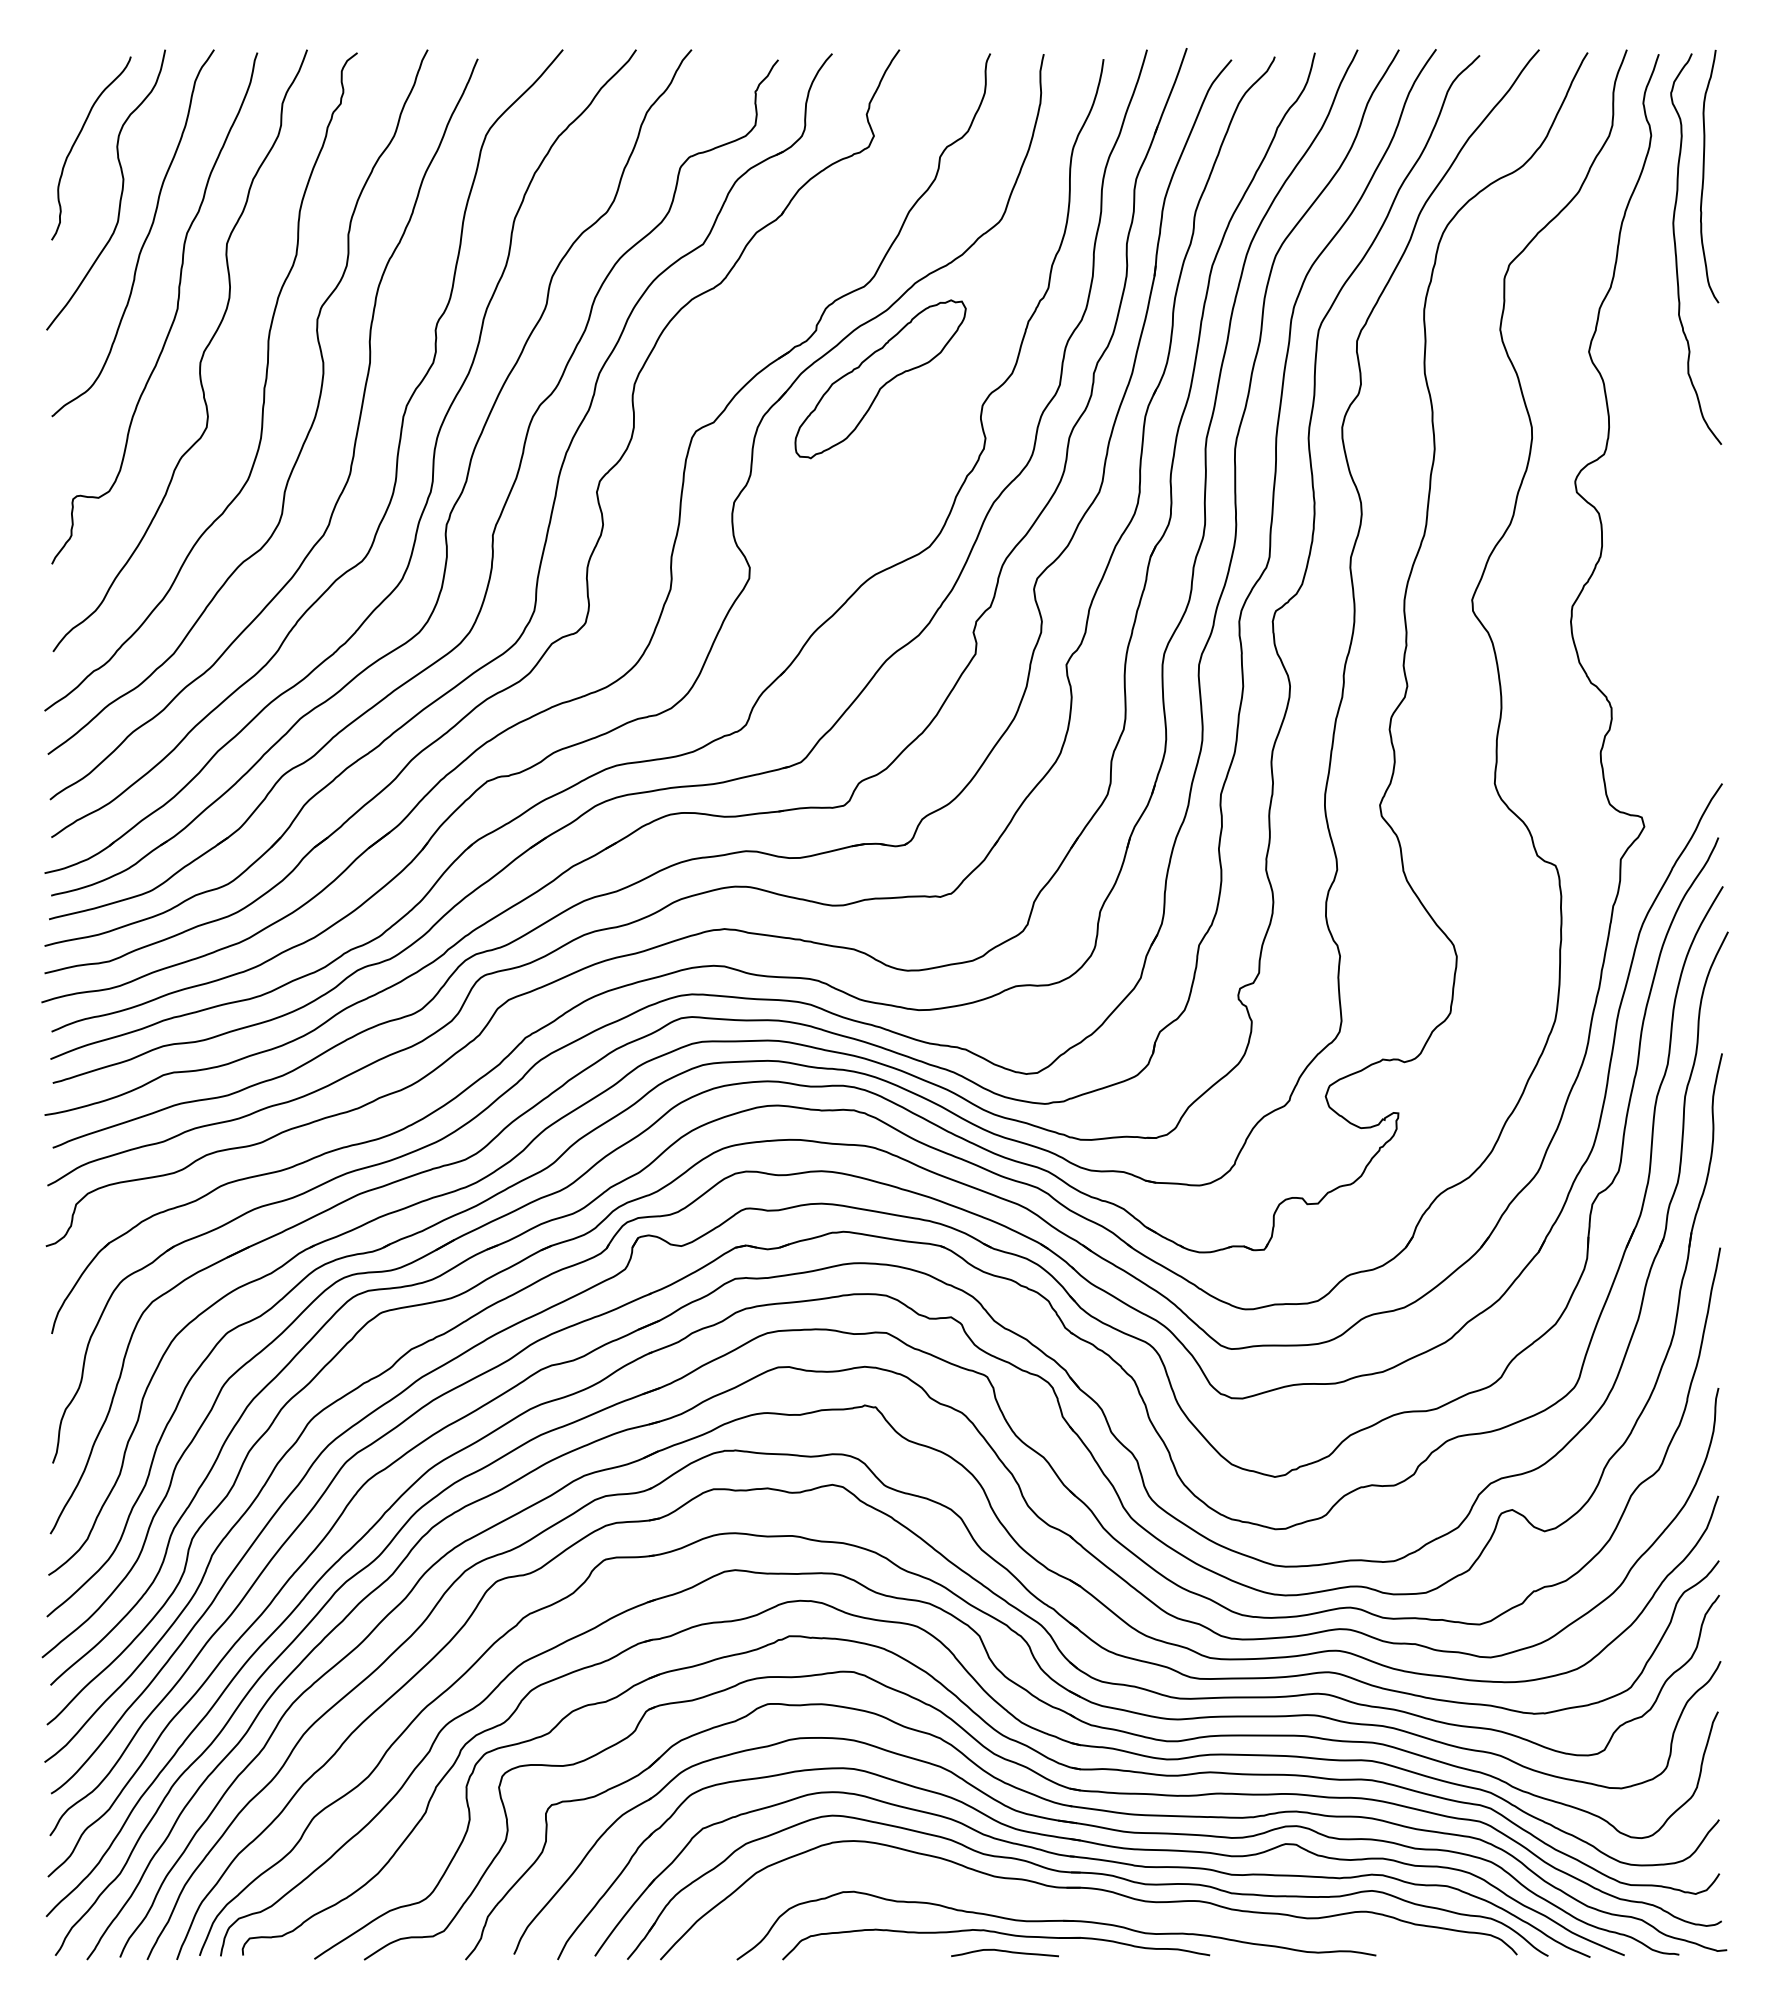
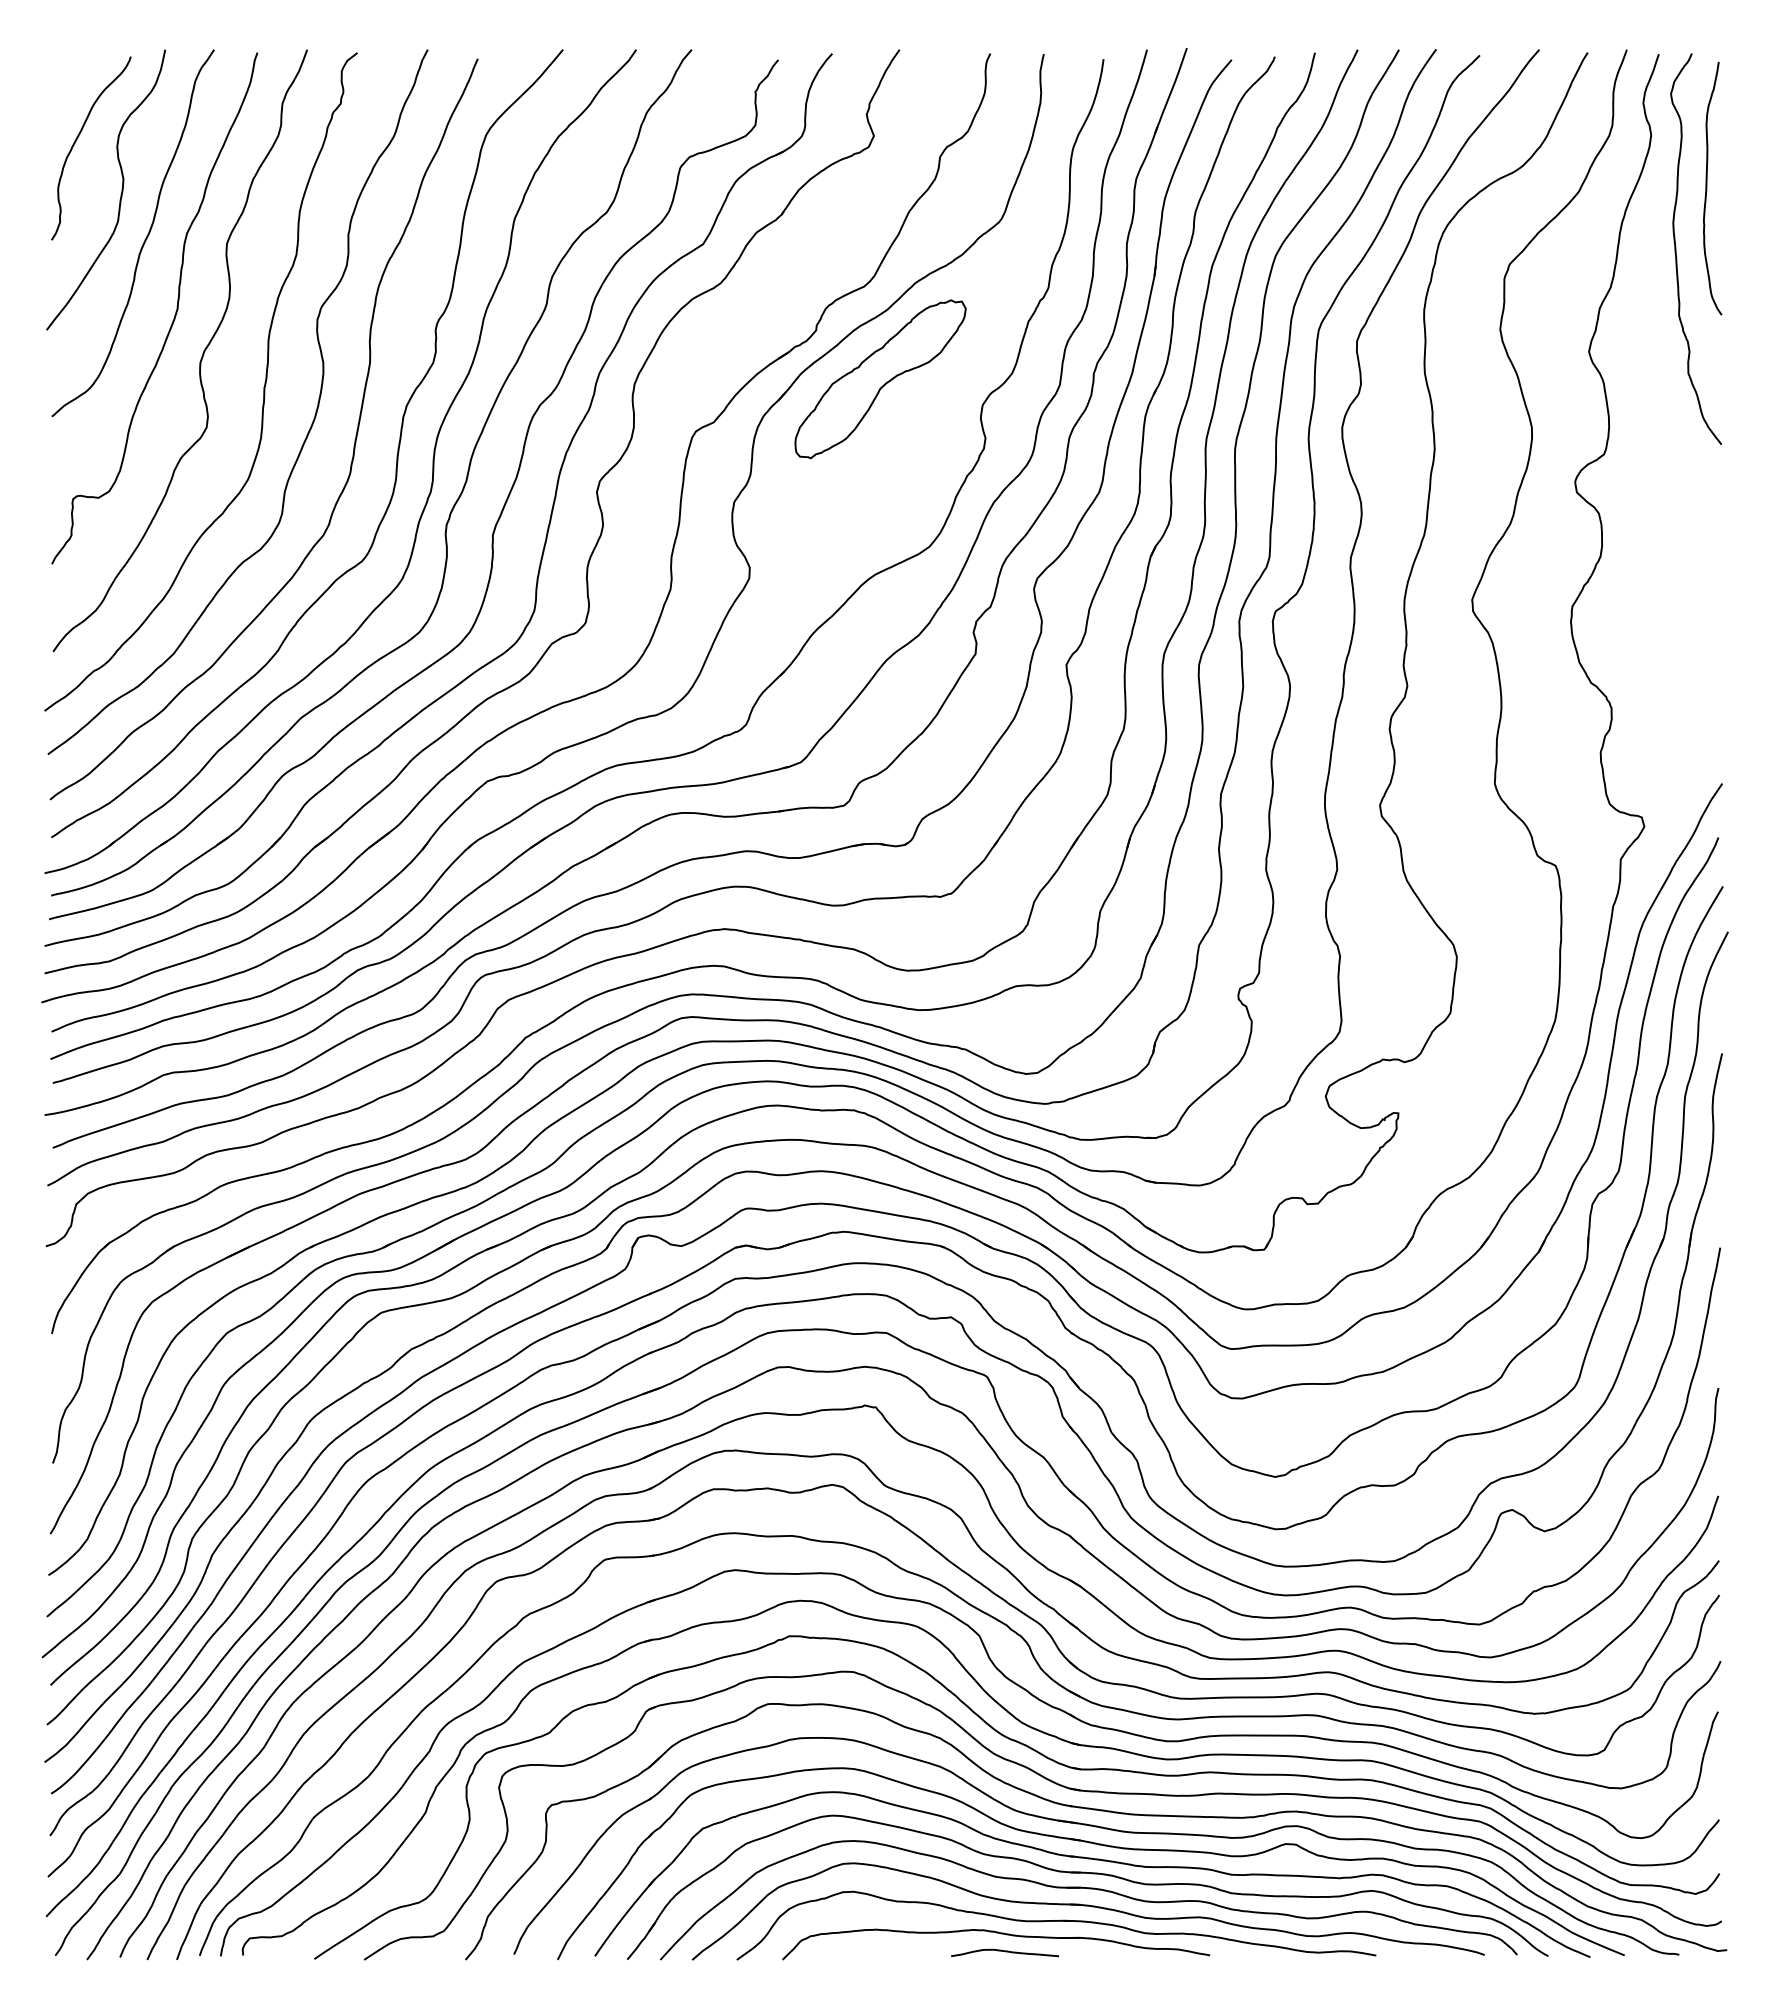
curve at (1704, 176) position: (1704, 176) -> (1707, 188)
part at (1087, 1911): none -> present
